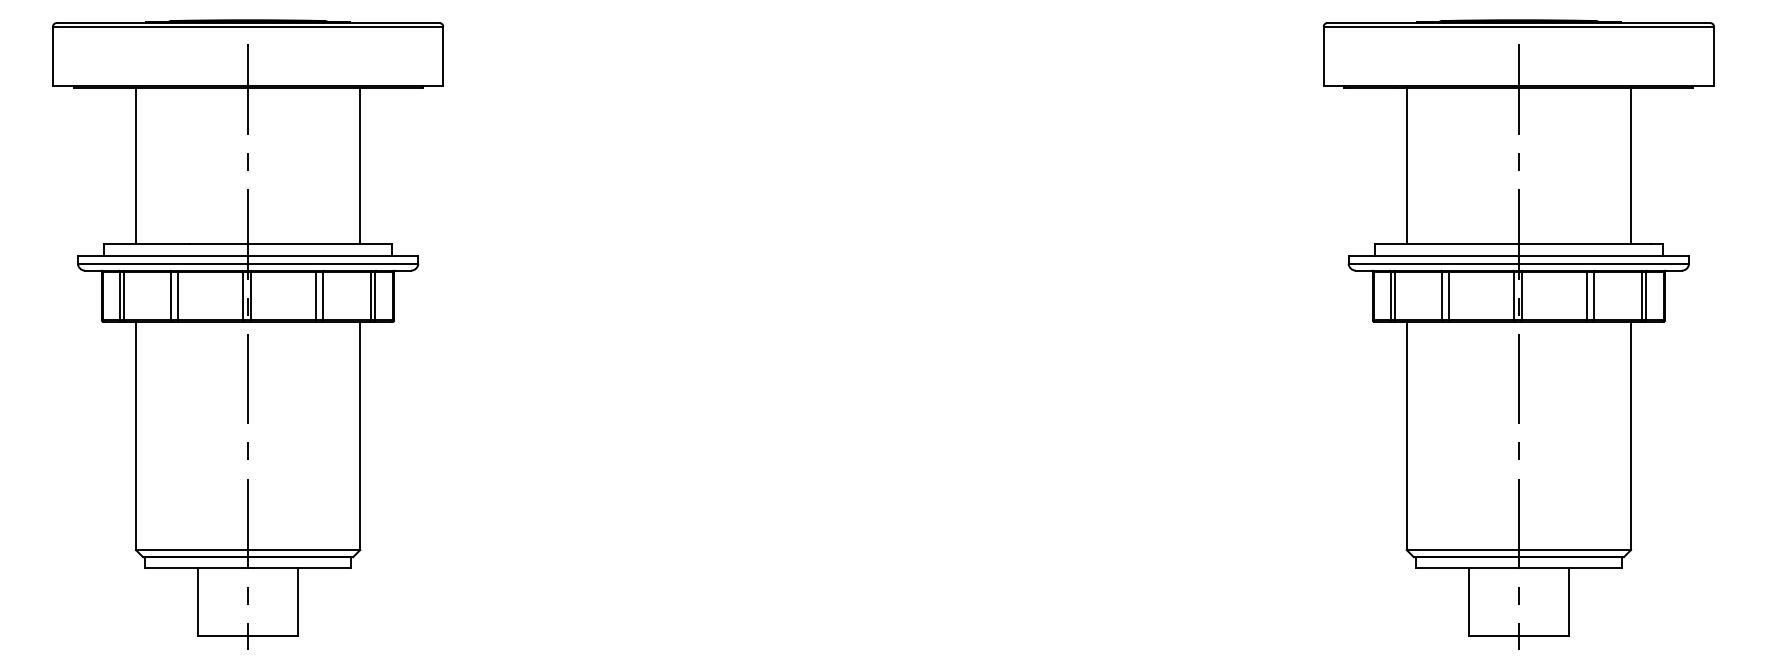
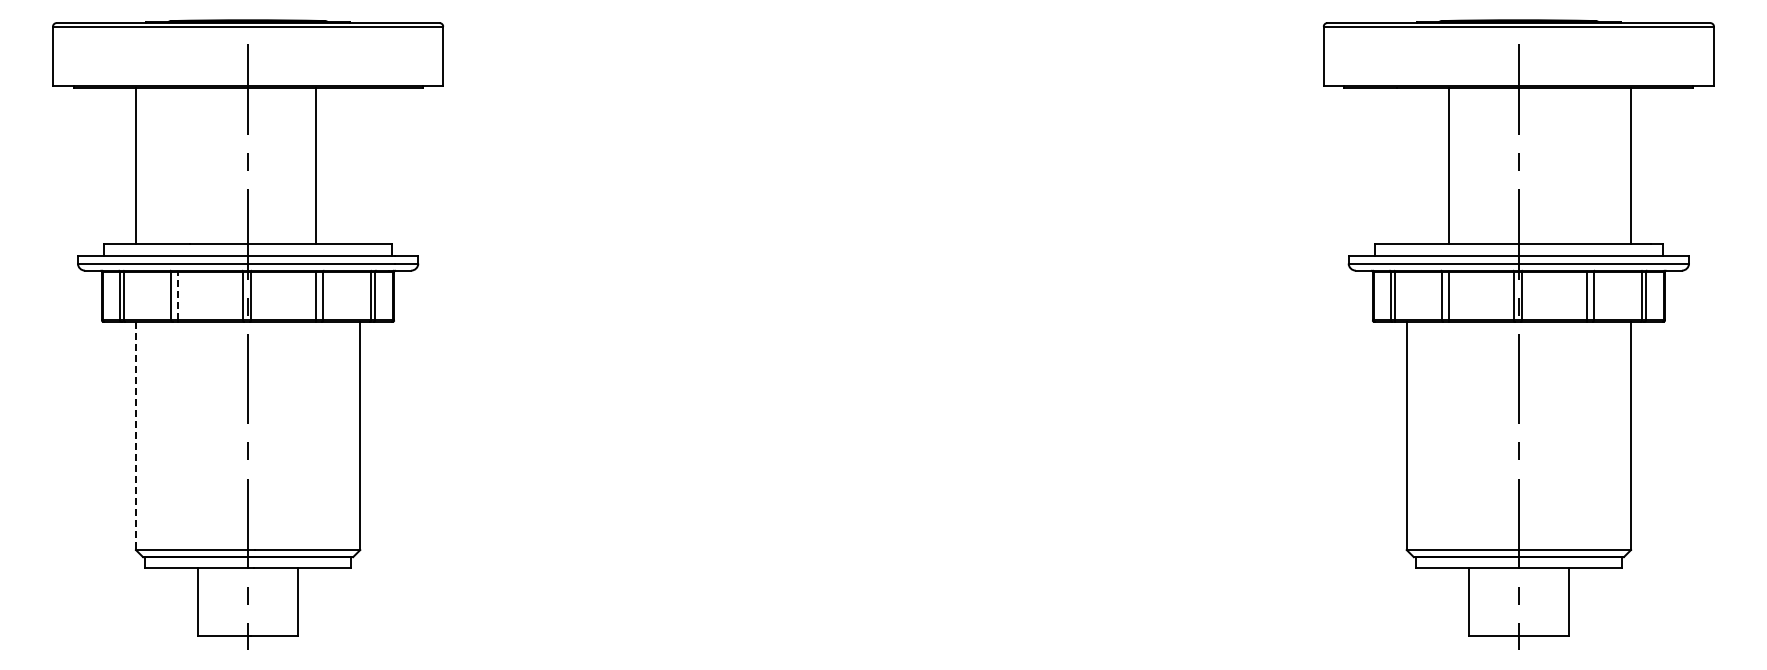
line at (360, 165) position: (360, 165) -> (316, 165)
line at (1406, 165) position: (1406, 165) -> (1448, 165)
line at (178, 295): solid -> dashed
line at (135, 436): solid -> dashed
